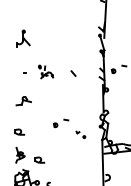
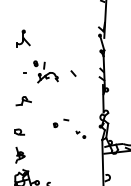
part at (119, 69): present -> none
part at (46, 71) size: 17x16 px -> 26x24 px
part at (39, 159): present -> none
